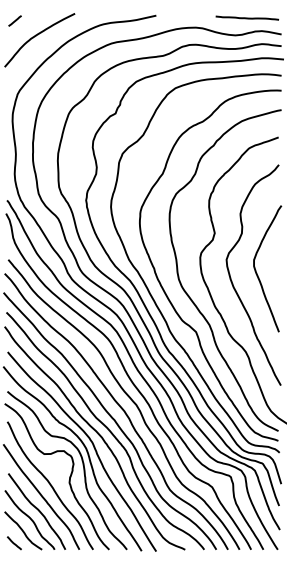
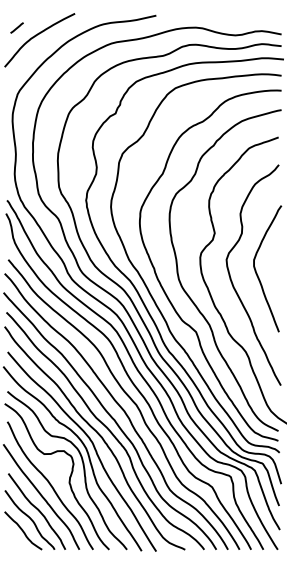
line at (247, 17): present -> none
line at (14, 20) position: (14, 20) -> (16, 27)
line at (13, 543): present -> none
